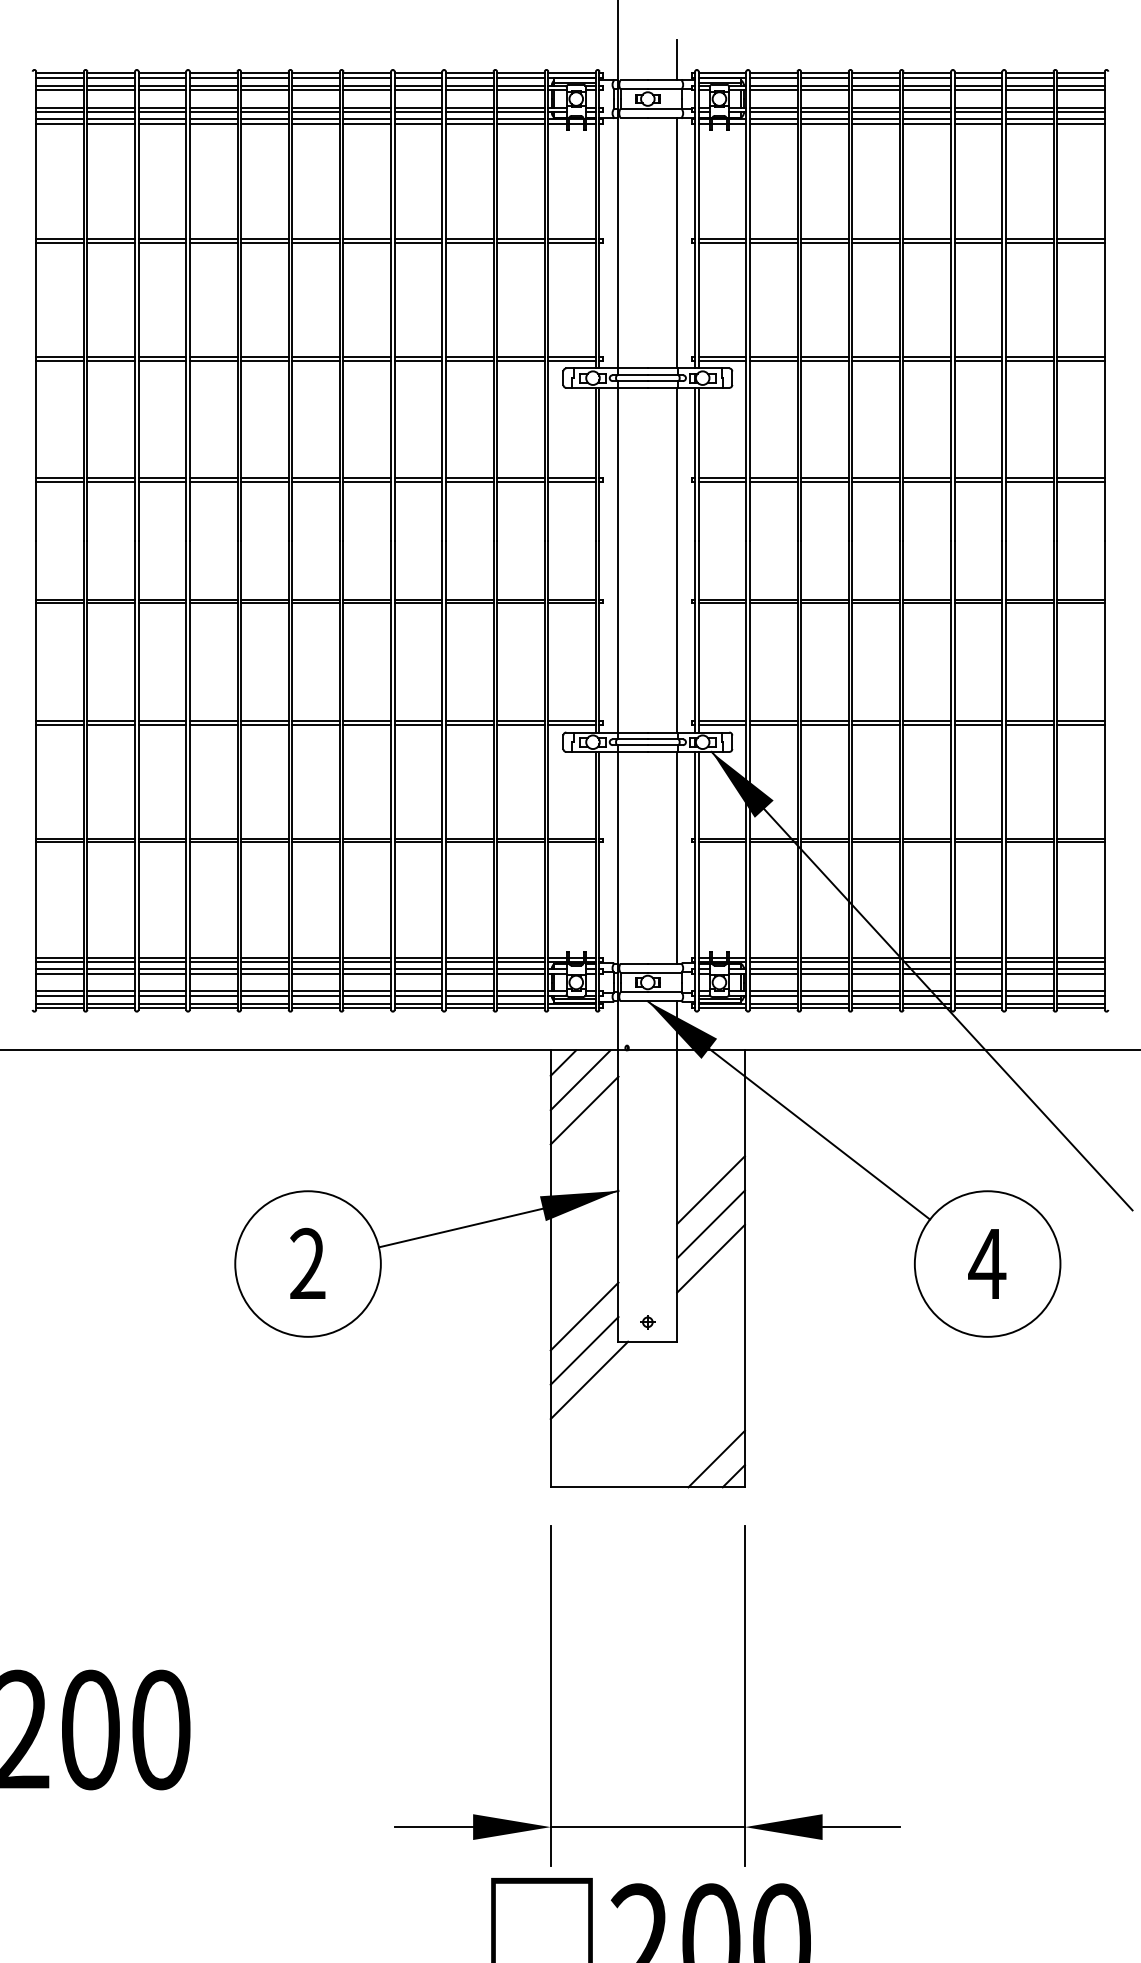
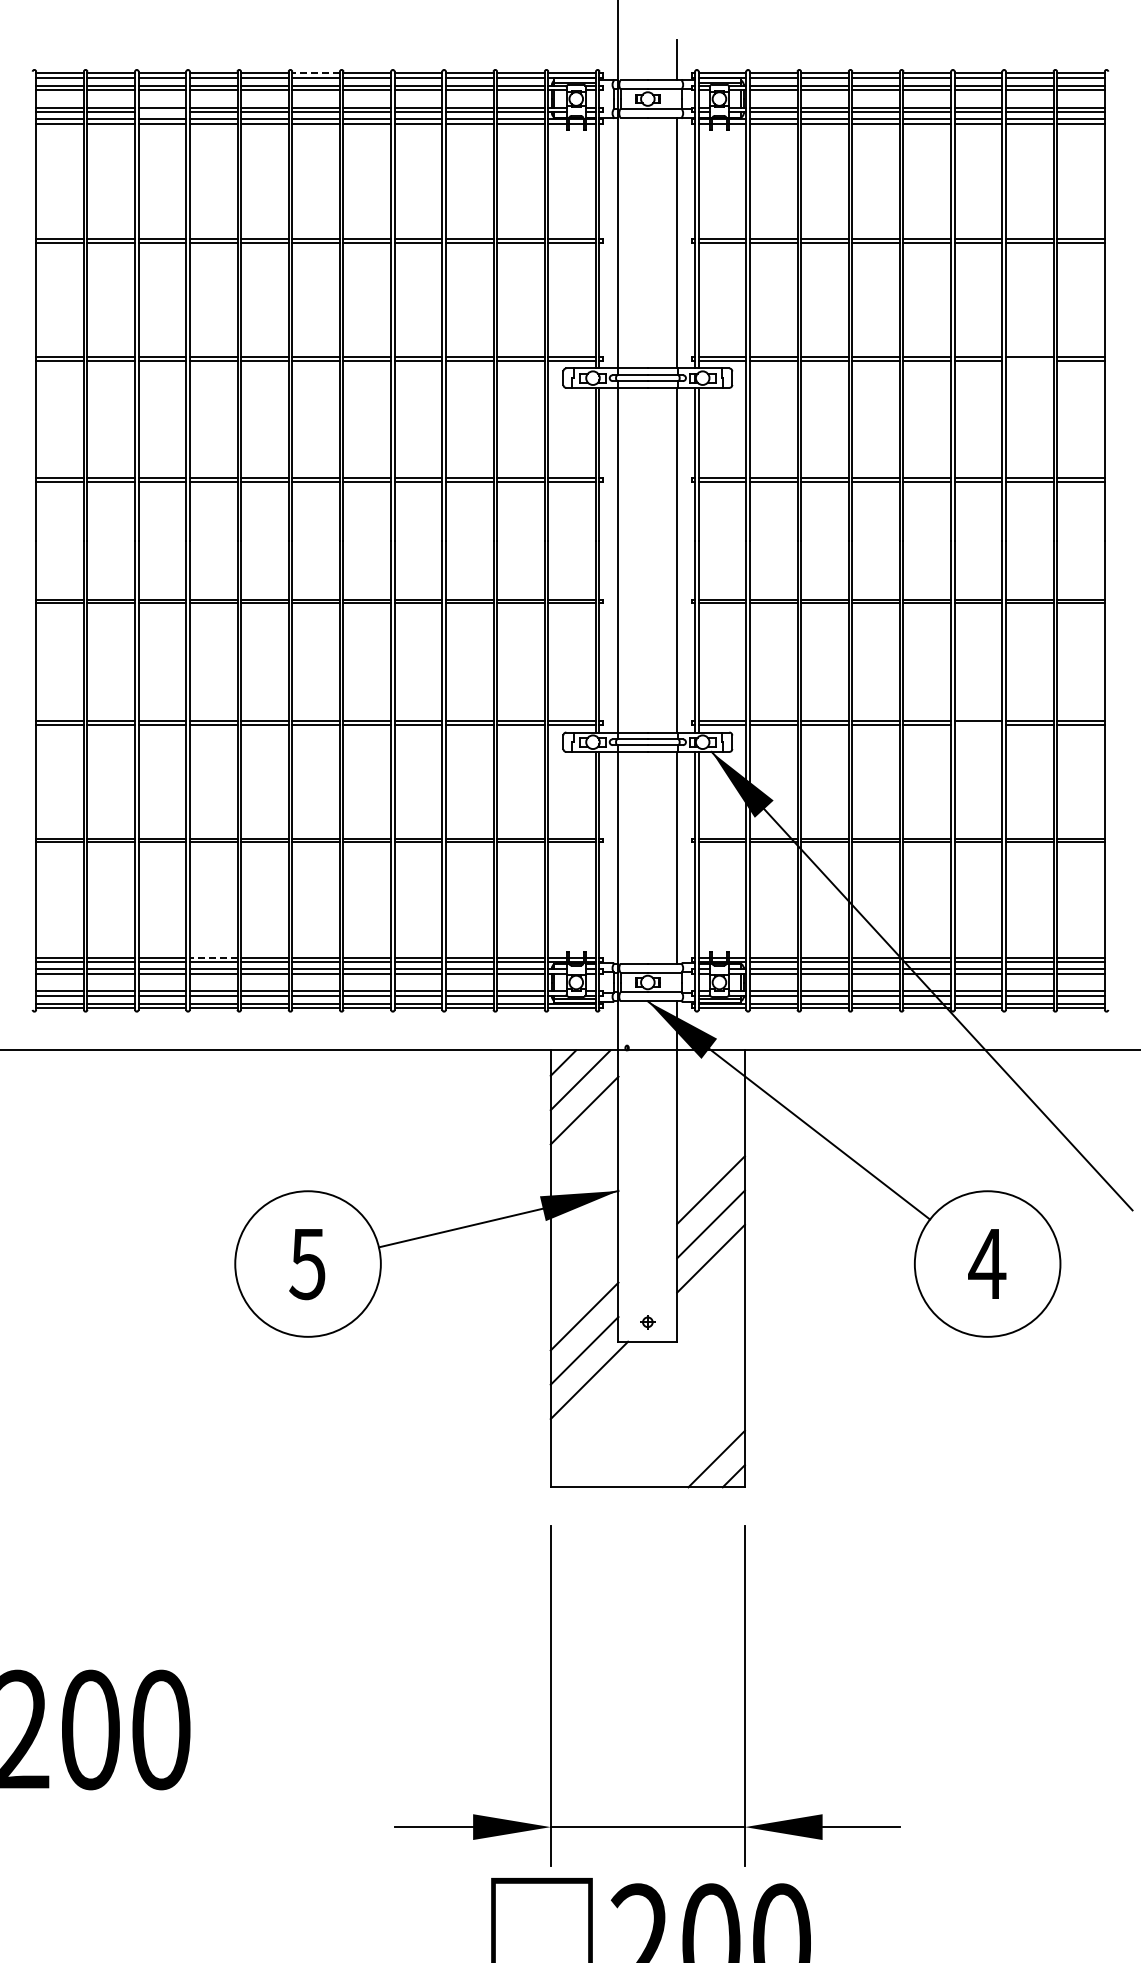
line at (316, 73): solid -> dashed
line at (162, 112): present -> none
line at (1029, 360): present -> none
line at (978, 724): present -> none
line at (213, 957): solid -> dashed
text at (307, 1263): 2 -> 5
